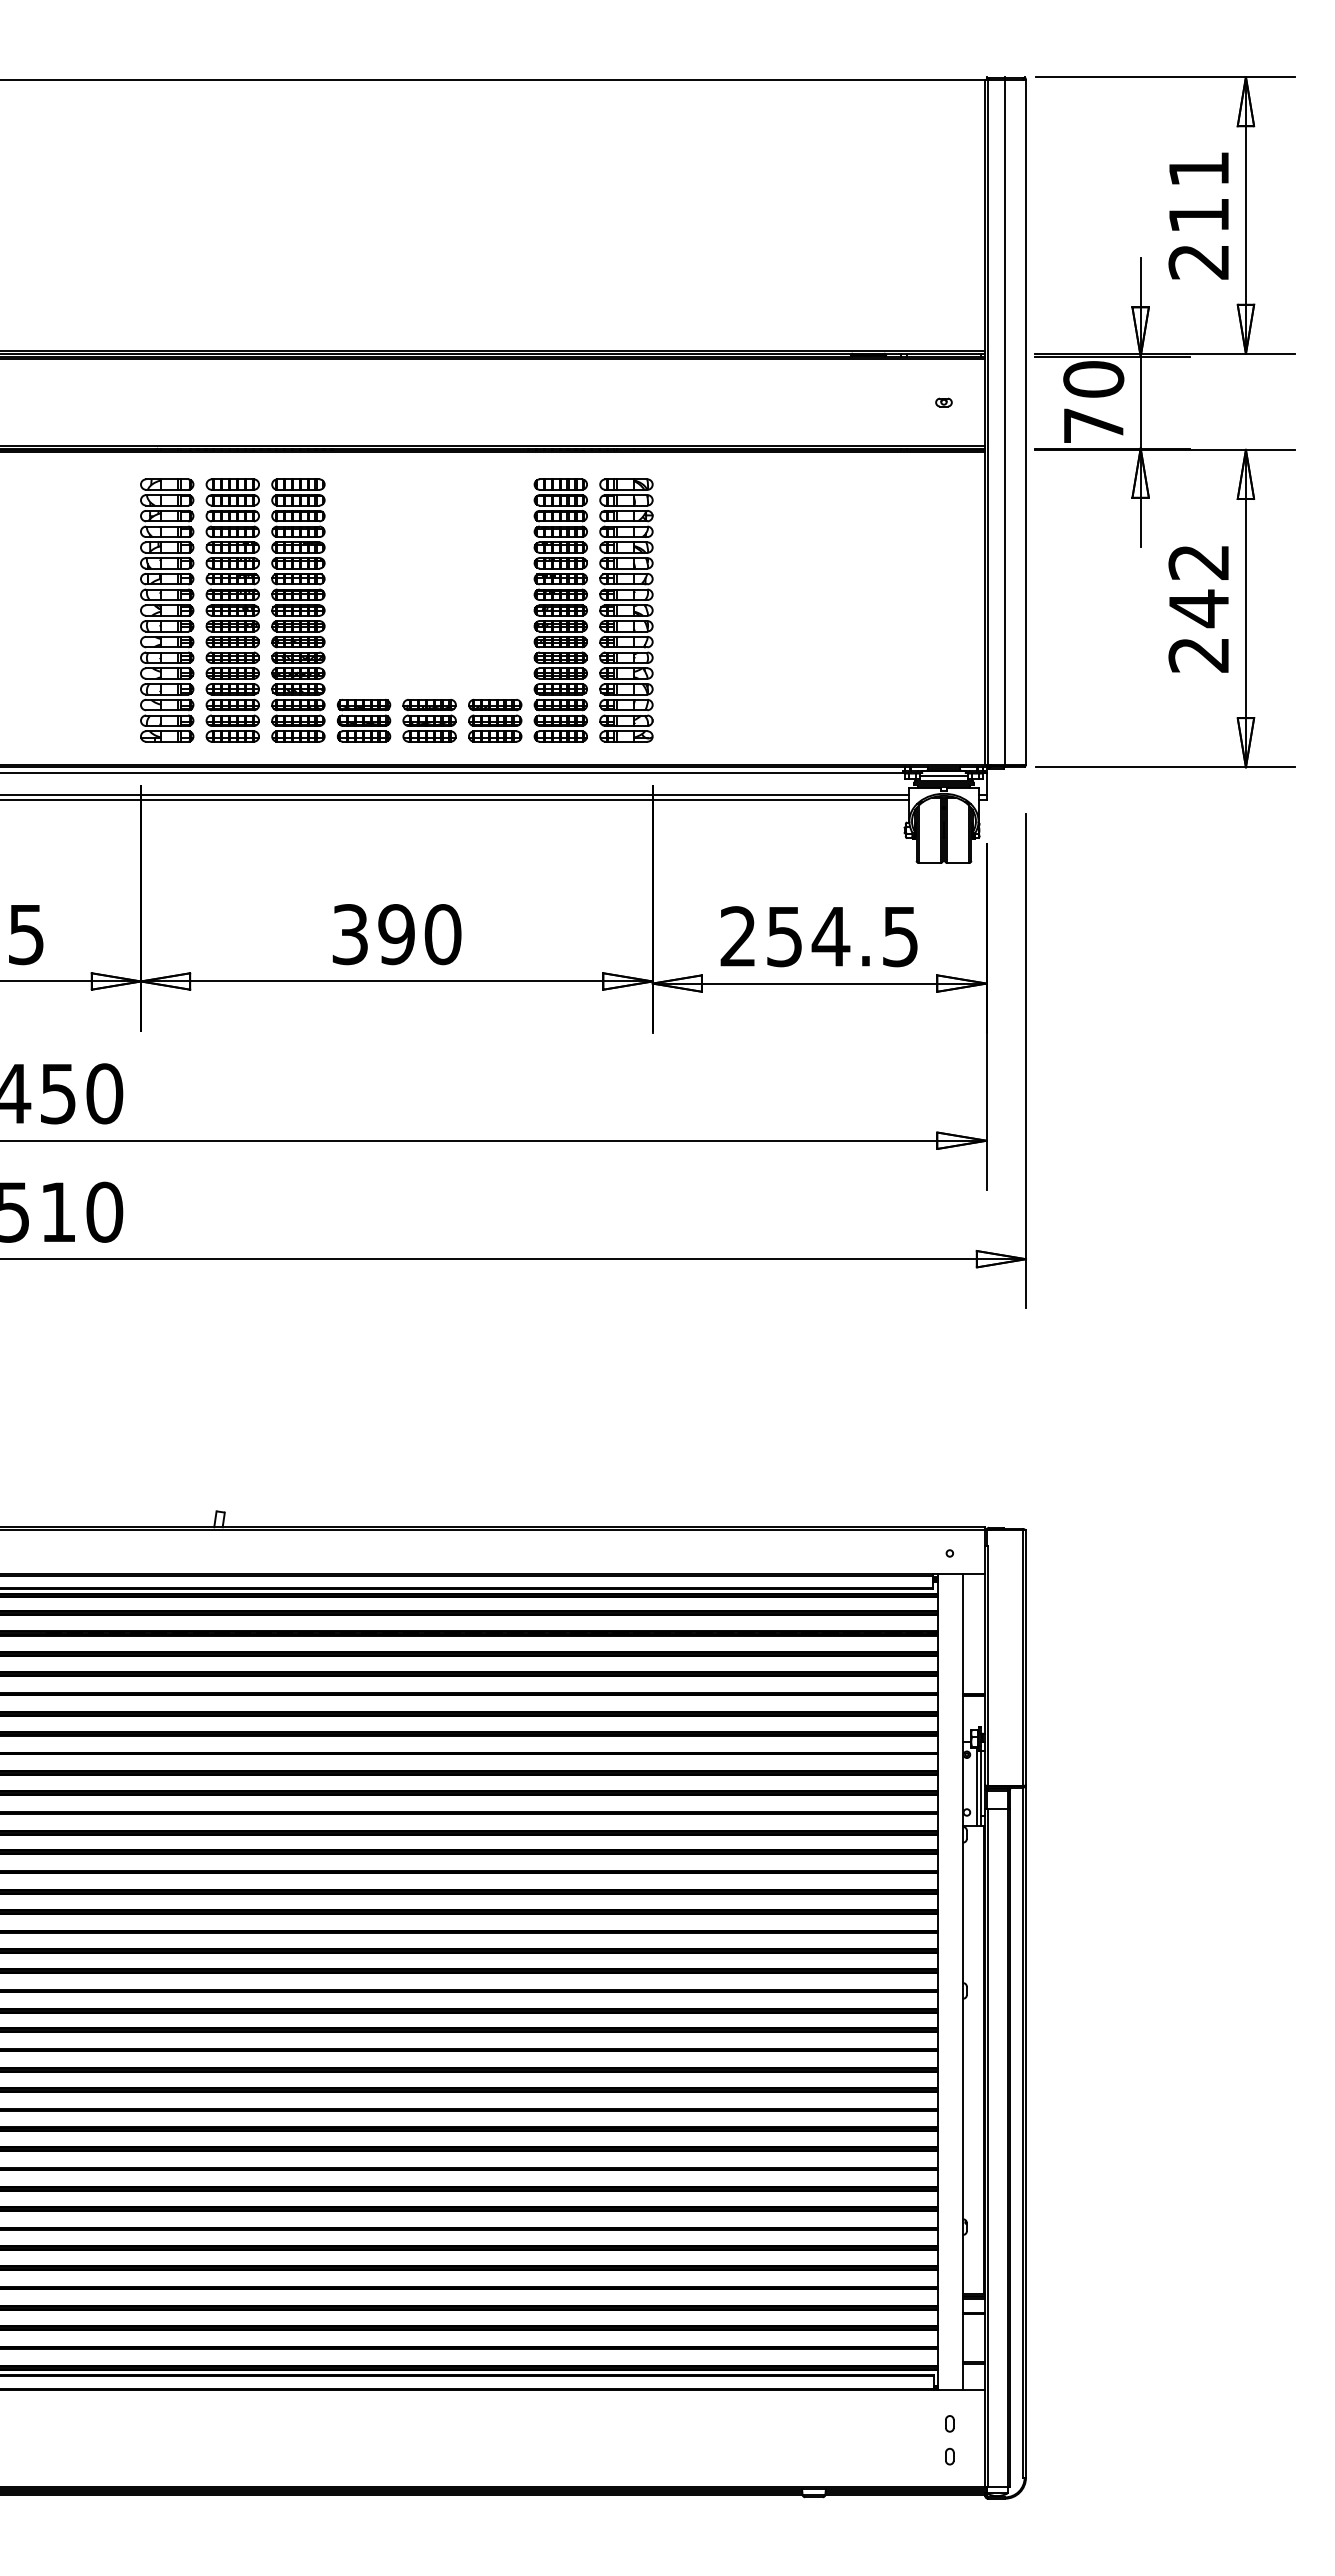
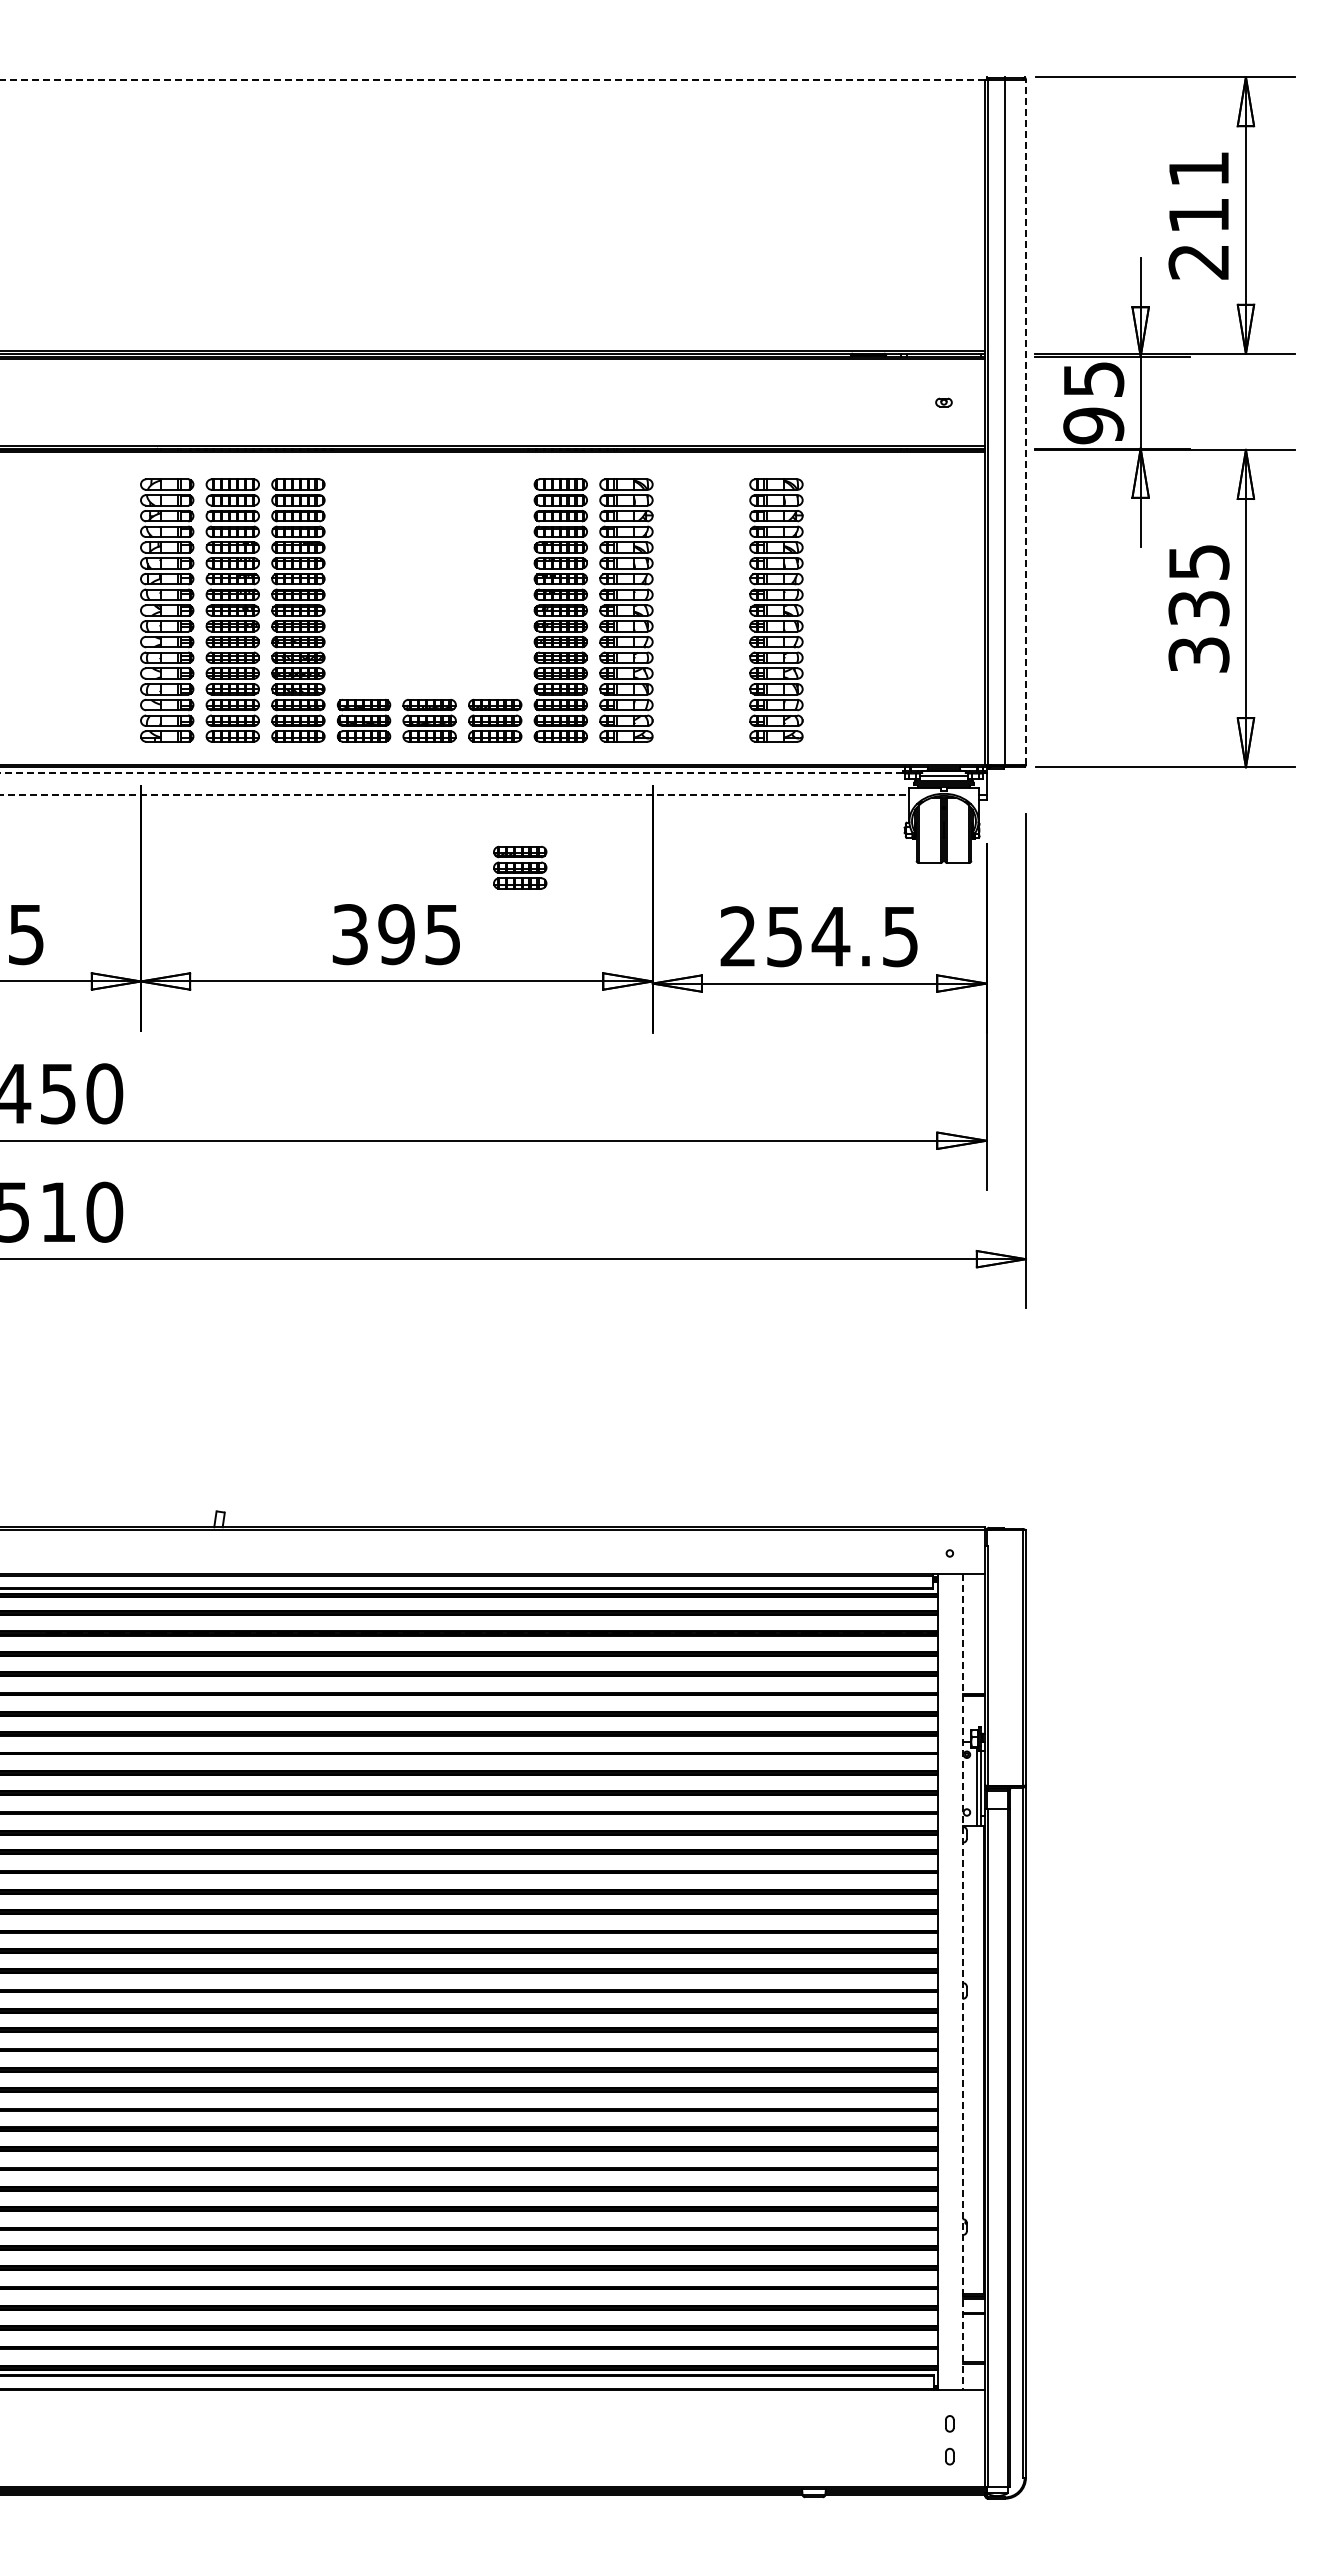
line at (492, 79): solid -> dashed
text at (1093, 402): 70 -> 95
line at (1025, 421): solid -> dashed
text at (1198, 608): 242 -> 335
part at (776, 610): none -> present
line at (451, 772): solid -> dashed
line at (455, 794): solid -> dashed
line at (455, 800): present -> none
part at (520, 867): none -> present
text at (442, 934): 390 -> 395
line at (962, 1982): solid -> dashed
